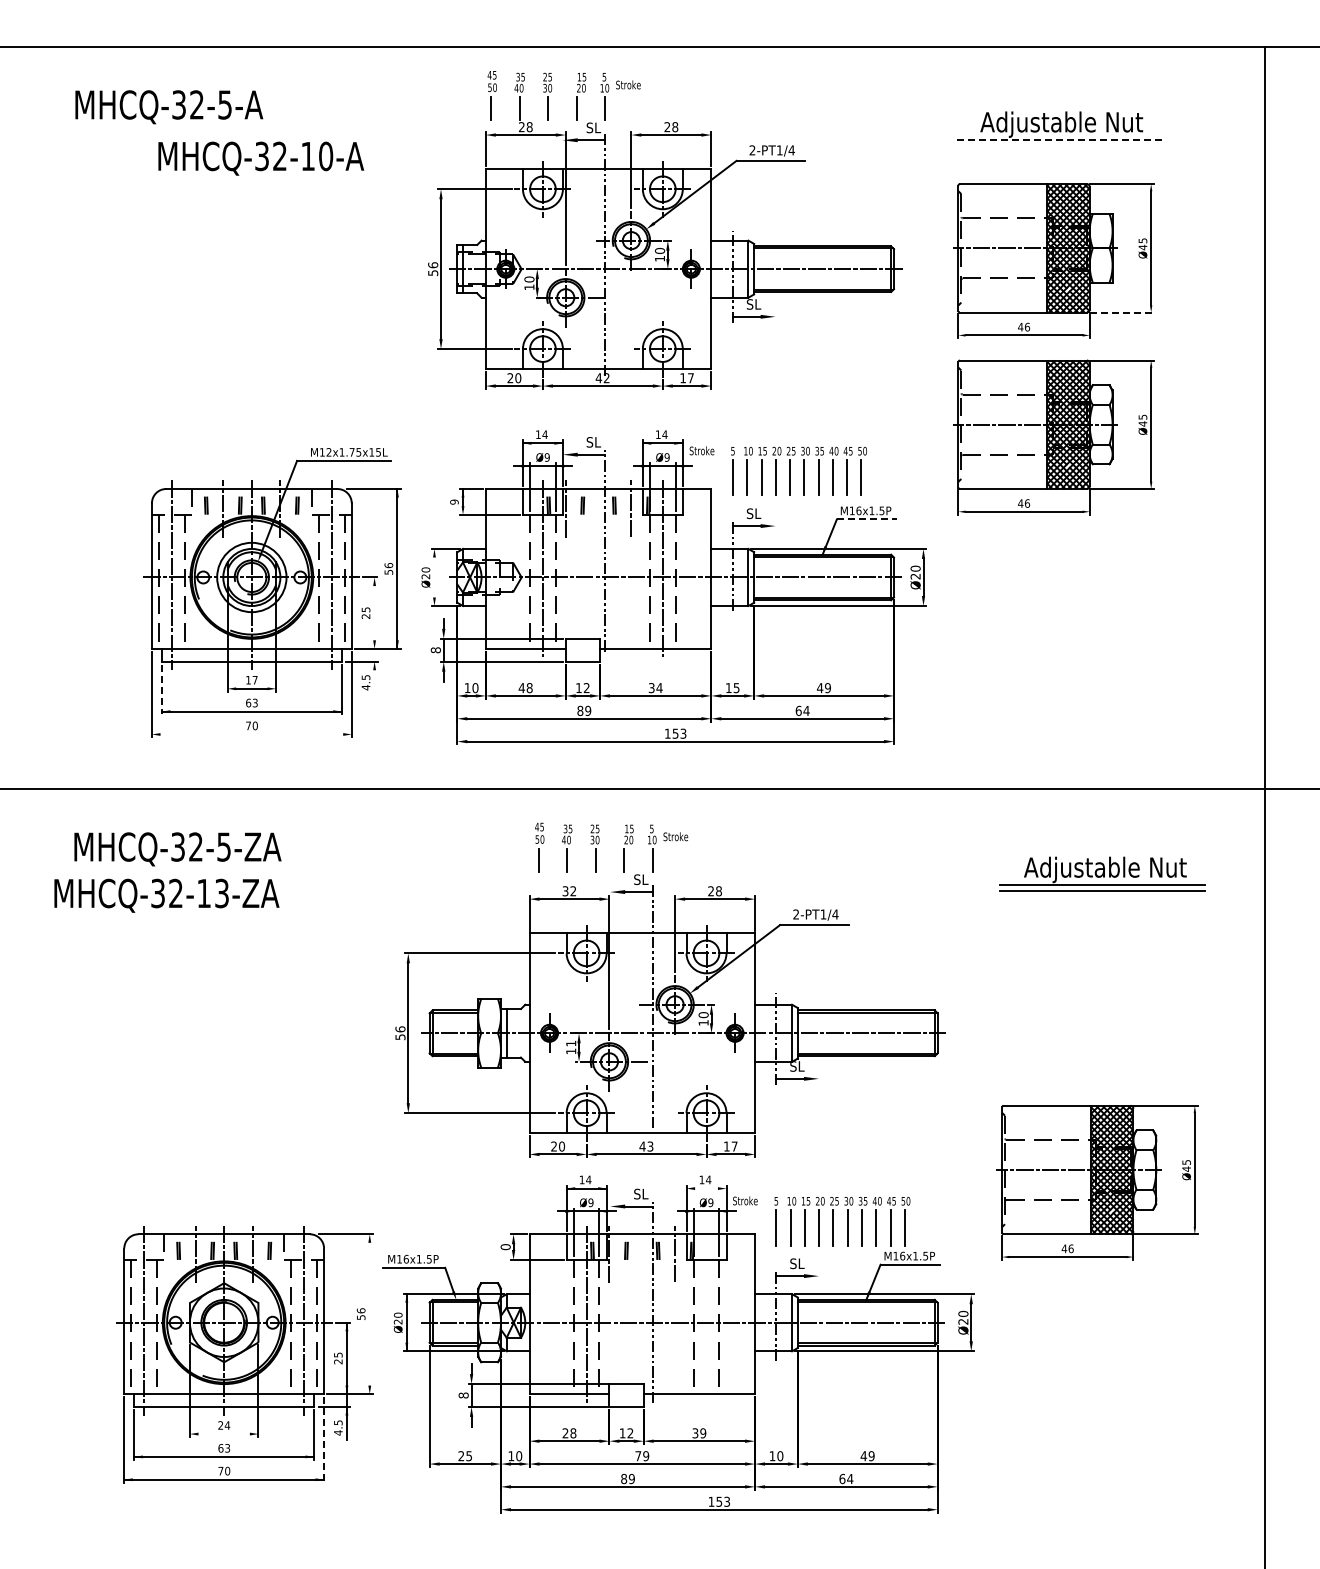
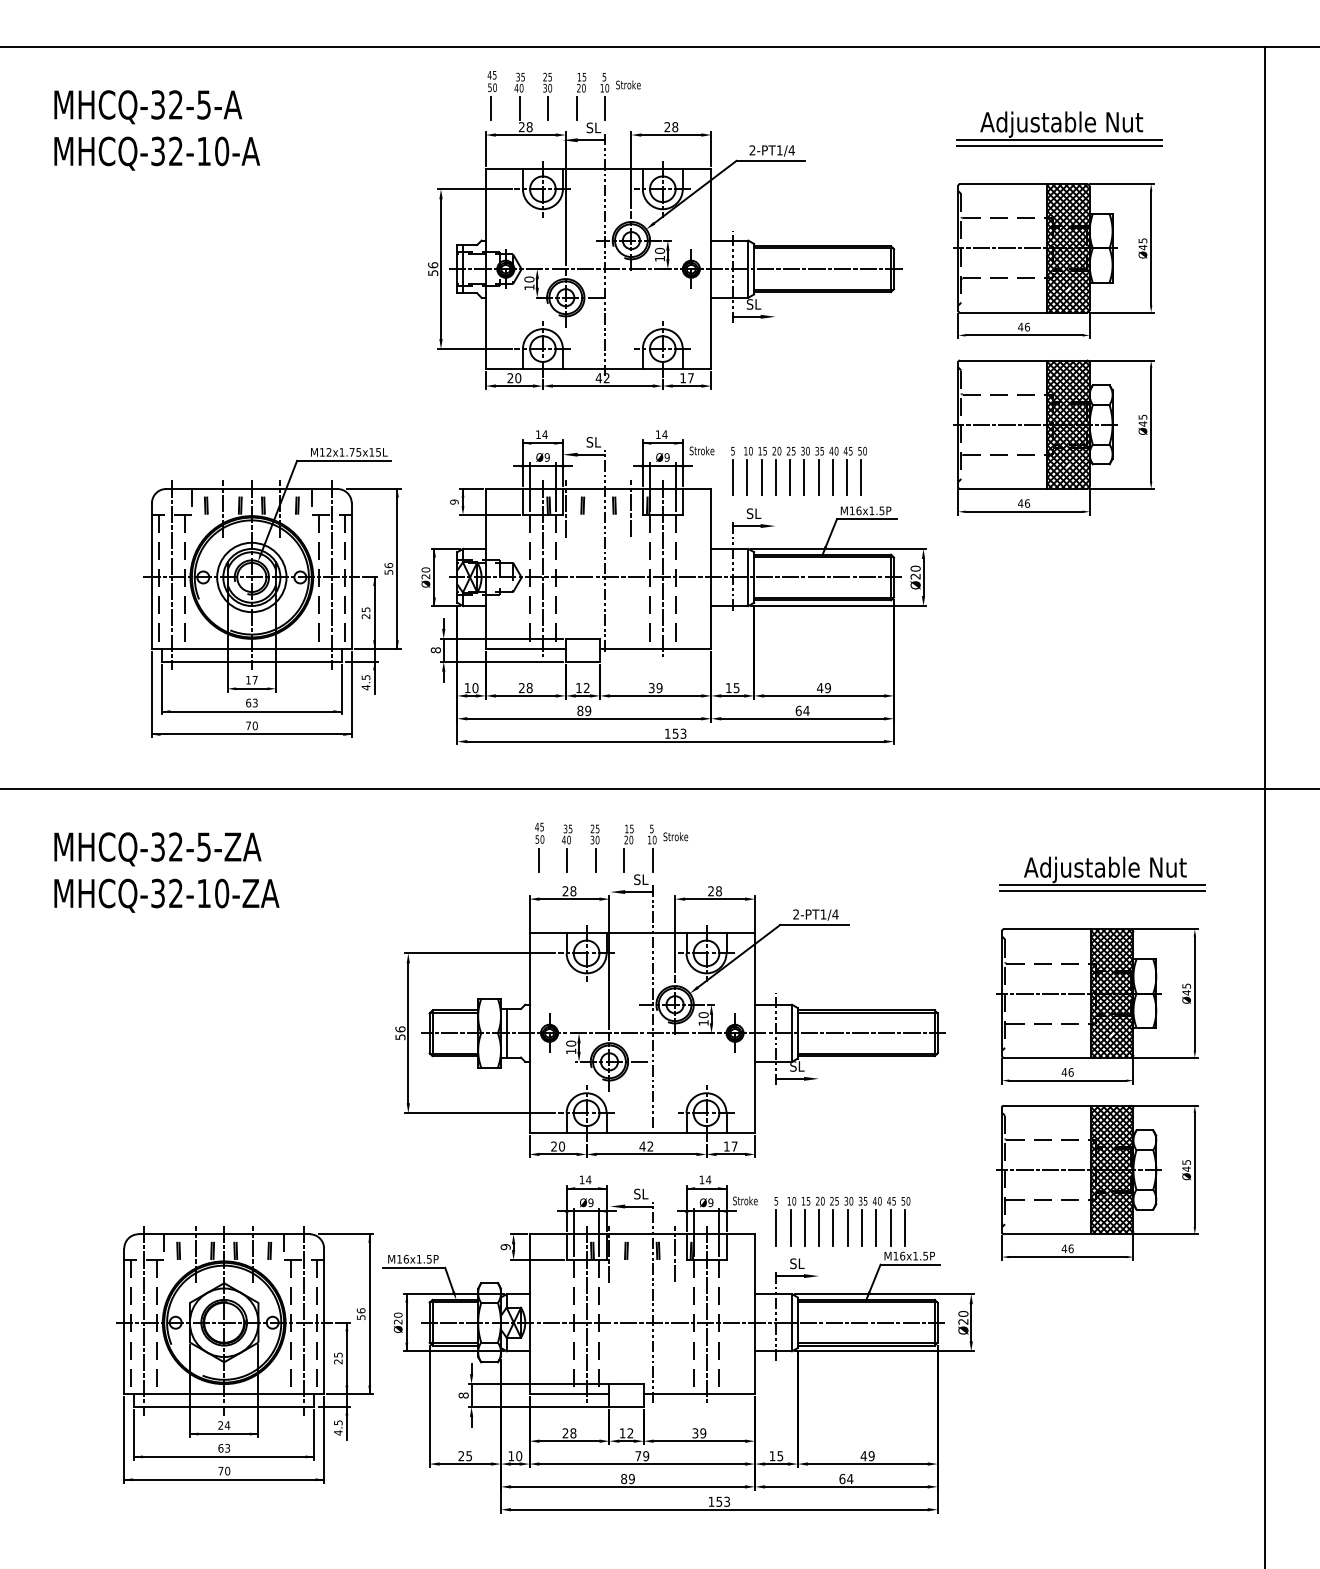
text at (169, 107) position: (169, 107) -> (148, 107)
line at (1059, 139): dashed -> solid
line at (1058, 145): none -> present
text at (261, 158) position: (261, 158) -> (157, 153)
line at (1122, 312): dashed -> solid
line at (866, 519): dashed -> solid
line at (434, 577): none -> present
line at (374, 635): none -> present
text at (521, 688): 48 -> 28
text at (659, 688): 34 -> 39
line at (161, 689): dashed -> solid
line at (251, 734): none -> present
text at (177, 849) position: (177, 849) -> (157, 849)
text at (569, 891): 32 -> 28
text at (222, 893): MHCQ-32-13-ZA -> MHCQ-32-10-ZA
part at (1097, 1006): none -> present
text at (571, 1043): 11 -> 10
text at (650, 1146): 43 -> 42
line at (706, 1188): none -> present
text at (505, 1247): 0 -> 9
line at (706, 1313): none -> present
line at (369, 1314): none -> present
line at (223, 1434): none -> present
line at (324, 1439): dashed -> solid
text at (780, 1456): 10 -> 15
